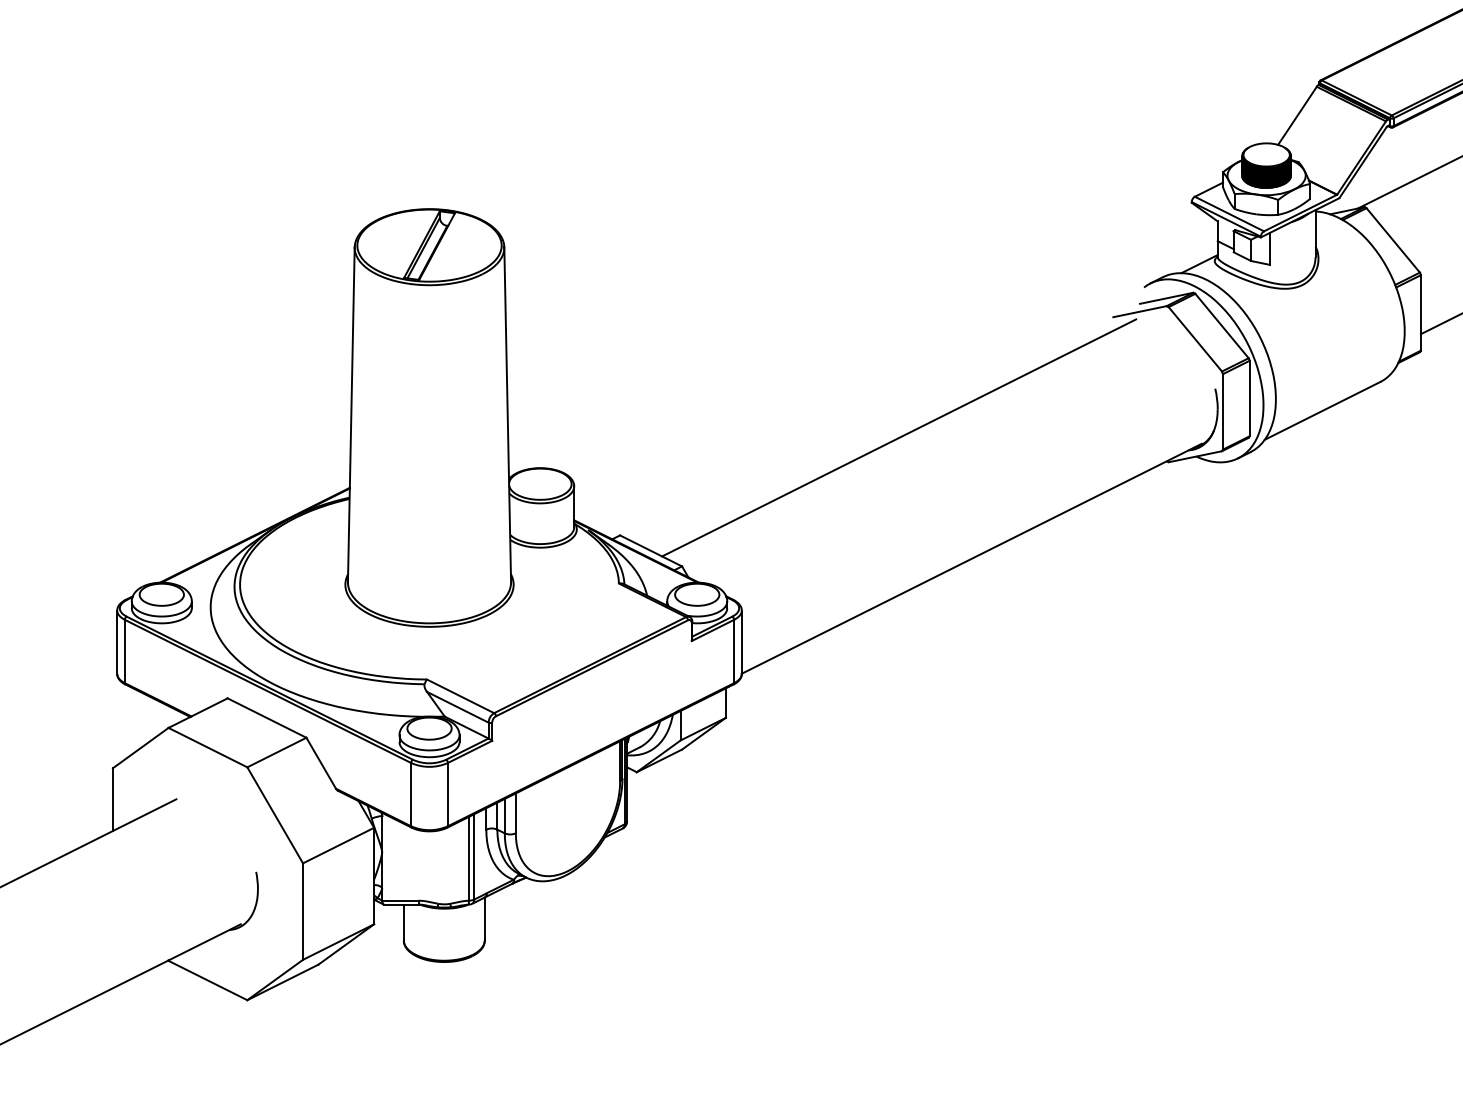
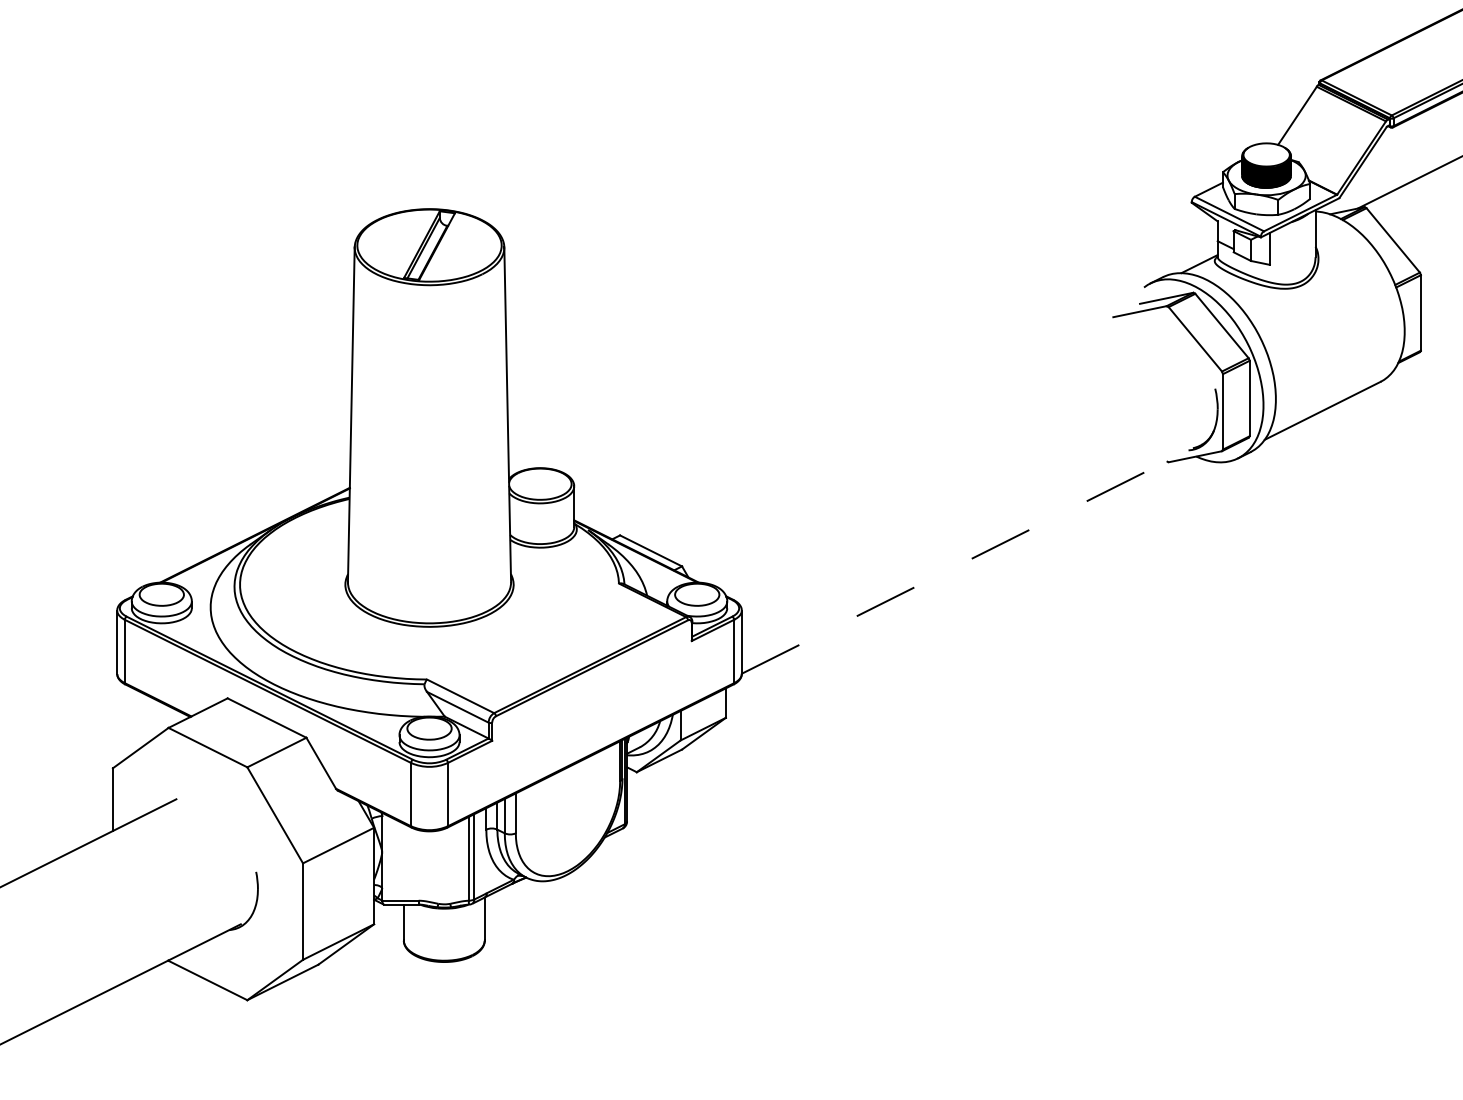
line at (1439, 324): present -> none
line at (899, 437): present -> none
line at (972, 558): solid -> dashed
